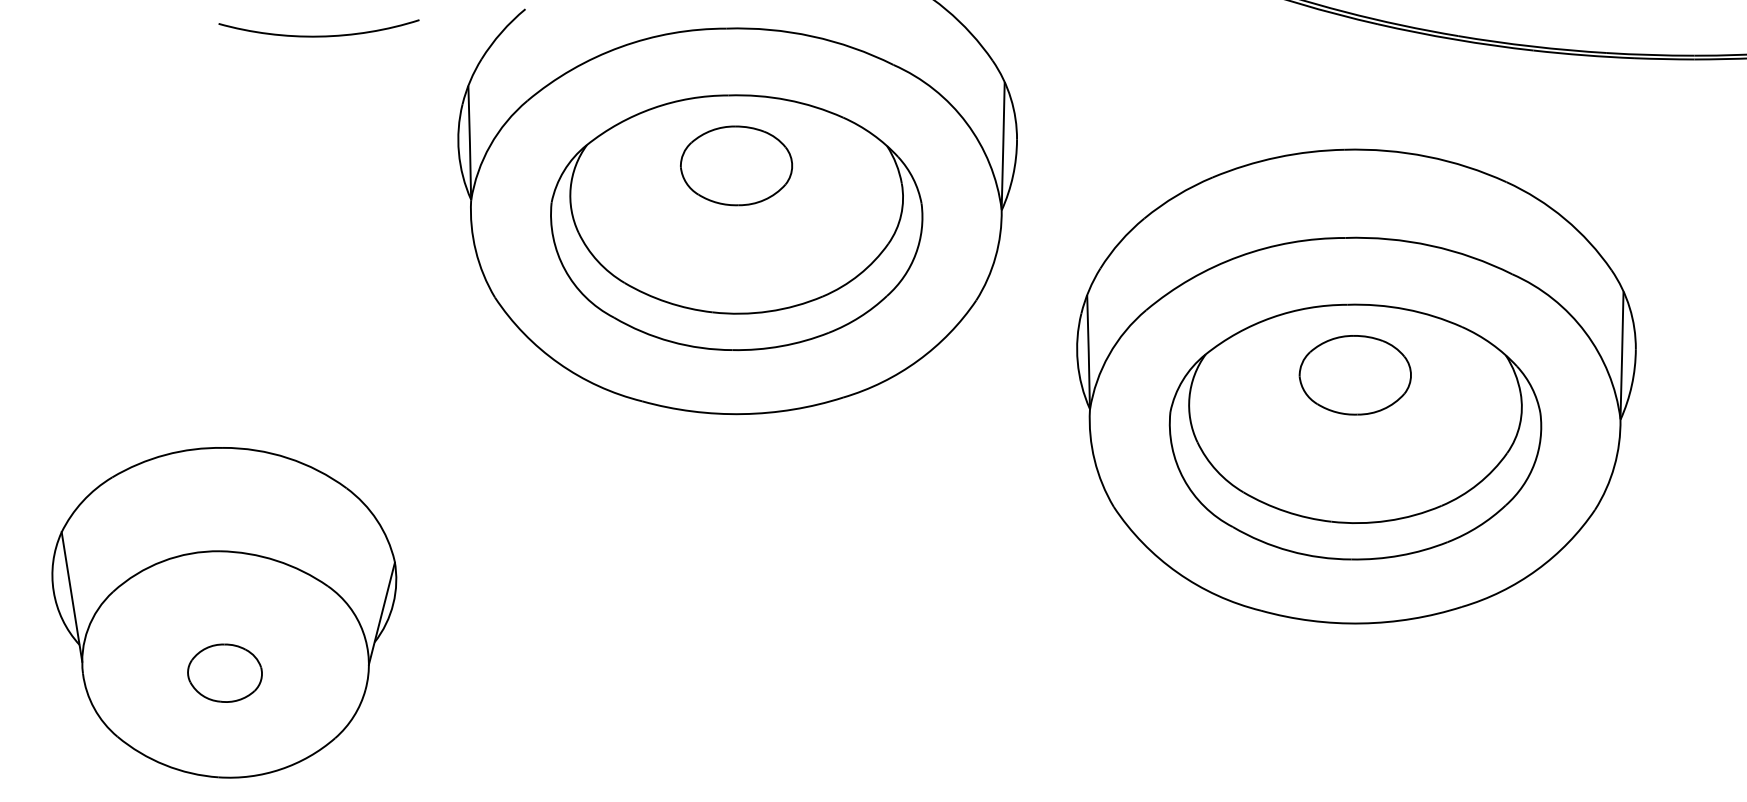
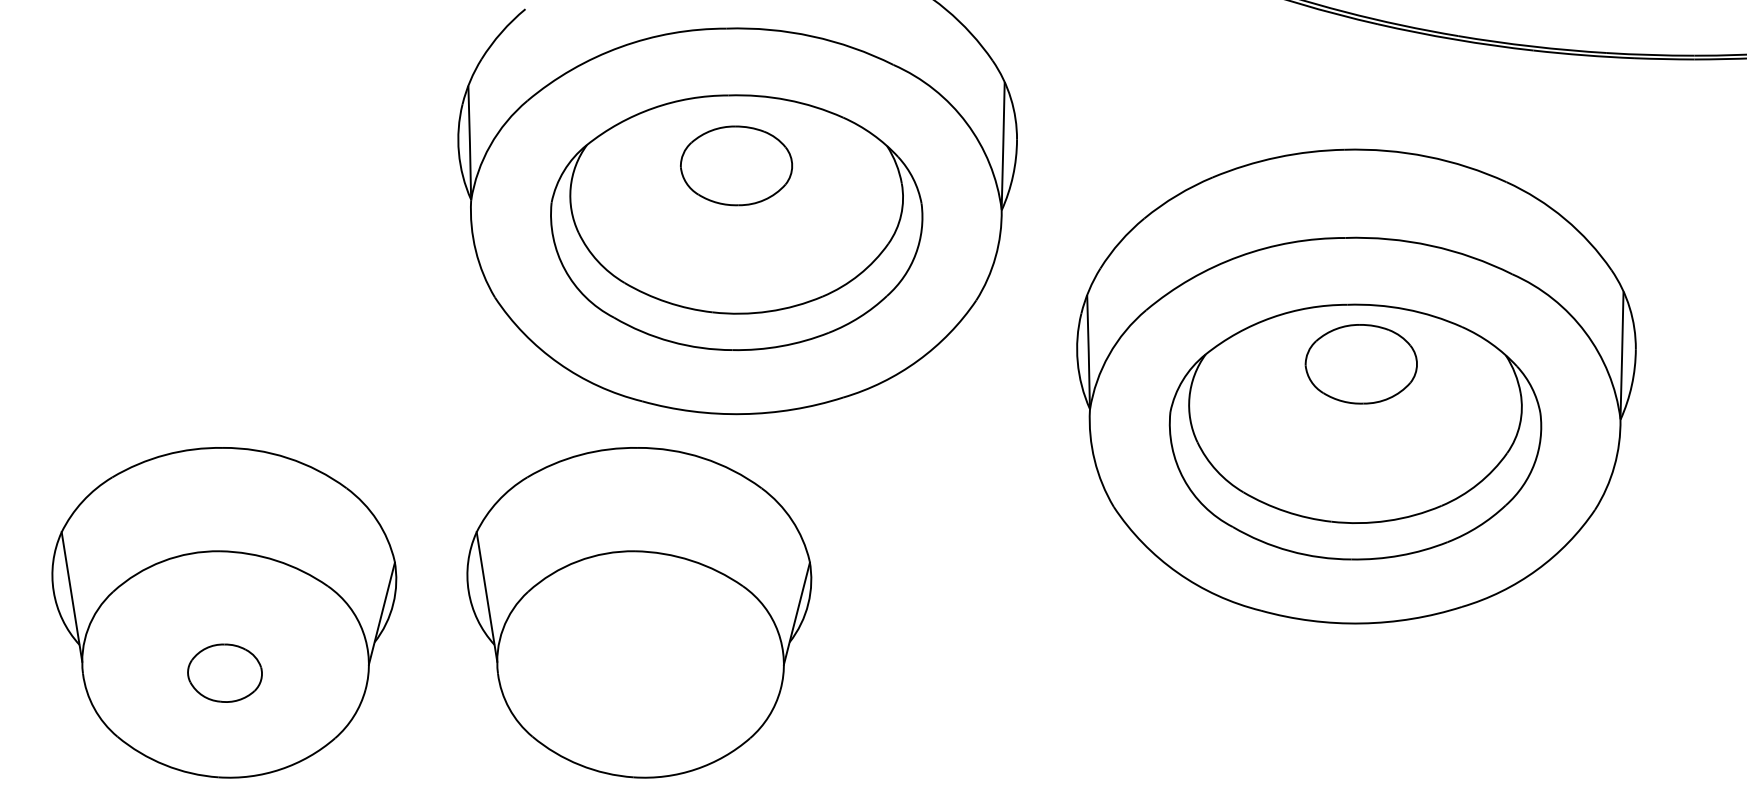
arc at (318, 35): present -> none
part at (1354, 375) position: (1354, 375) -> (1360, 364)
part at (639, 612): none -> present
